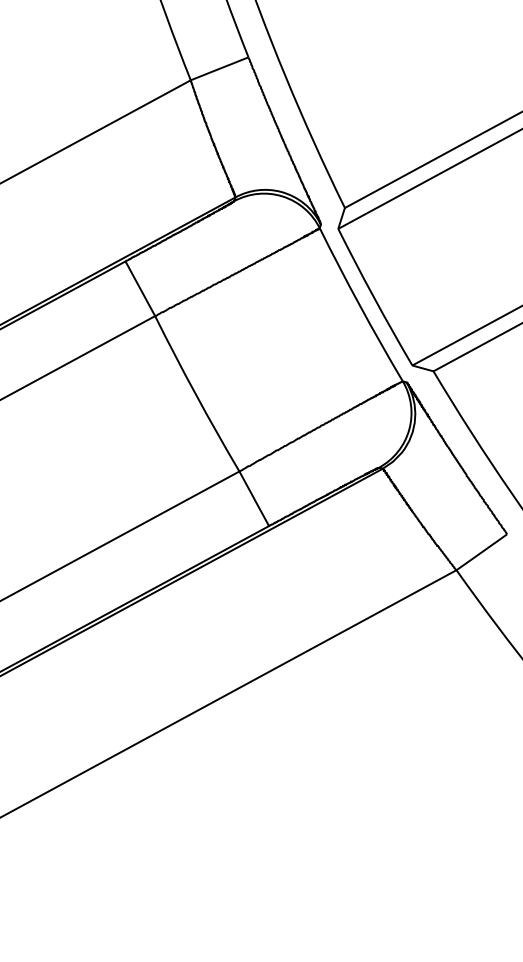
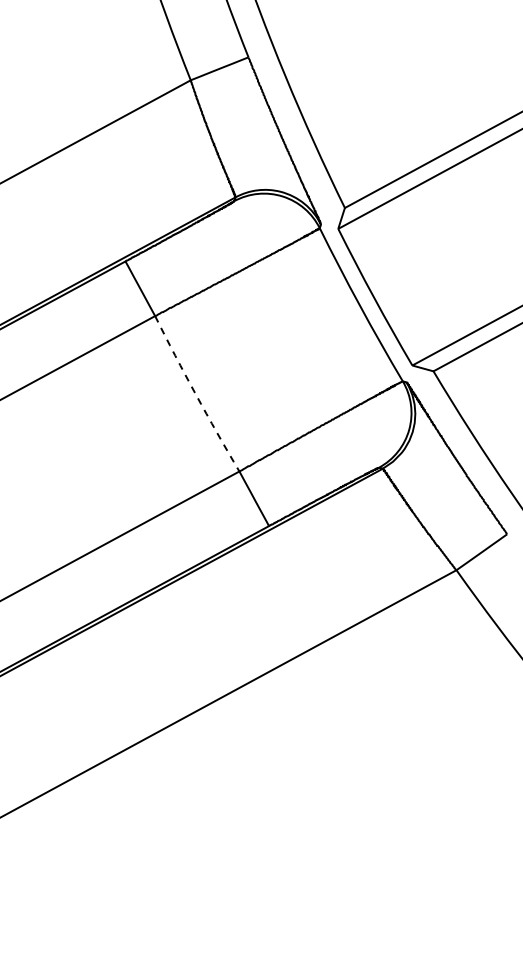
arc at (195, 394): solid -> dashed
